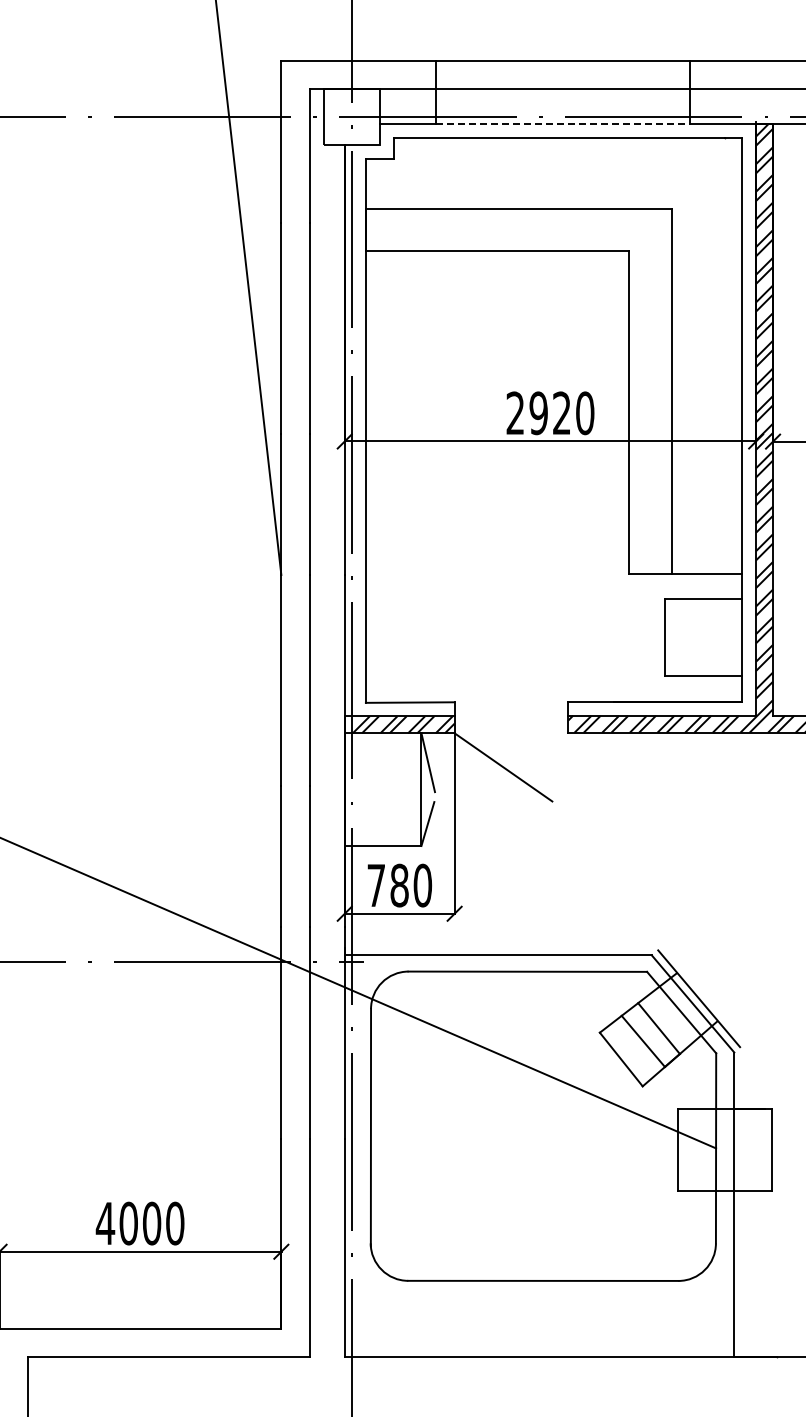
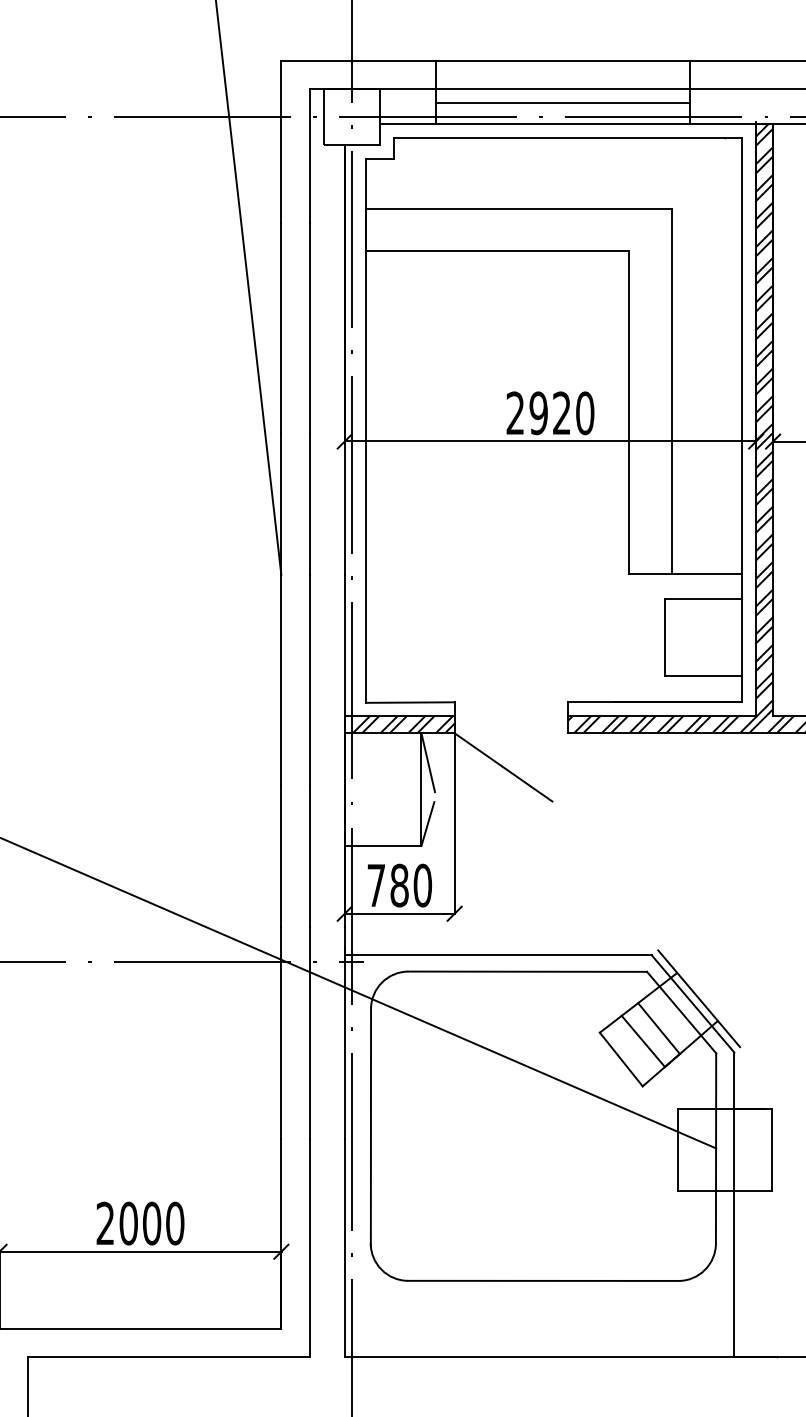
line at (562, 103): none -> present
line at (563, 124): dashed -> solid
text at (105, 1222): 4000 -> 2000
